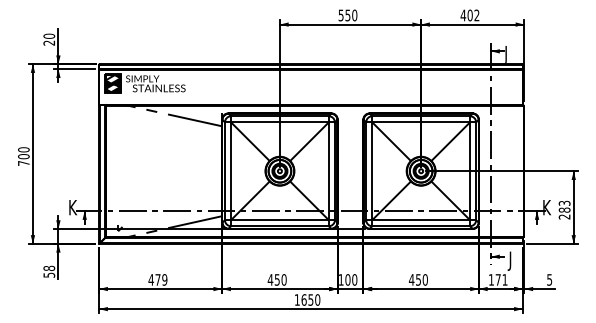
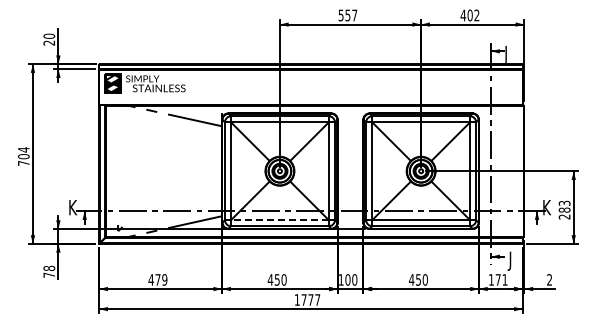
text at (354, 15): 550 -> 557
text at (23, 149): 700 -> 704
line at (279, 220): solid -> dashed
text at (49, 274): 58 -> 78
text at (549, 279): 5 -> 2
text at (310, 299): 1650 -> 1777
